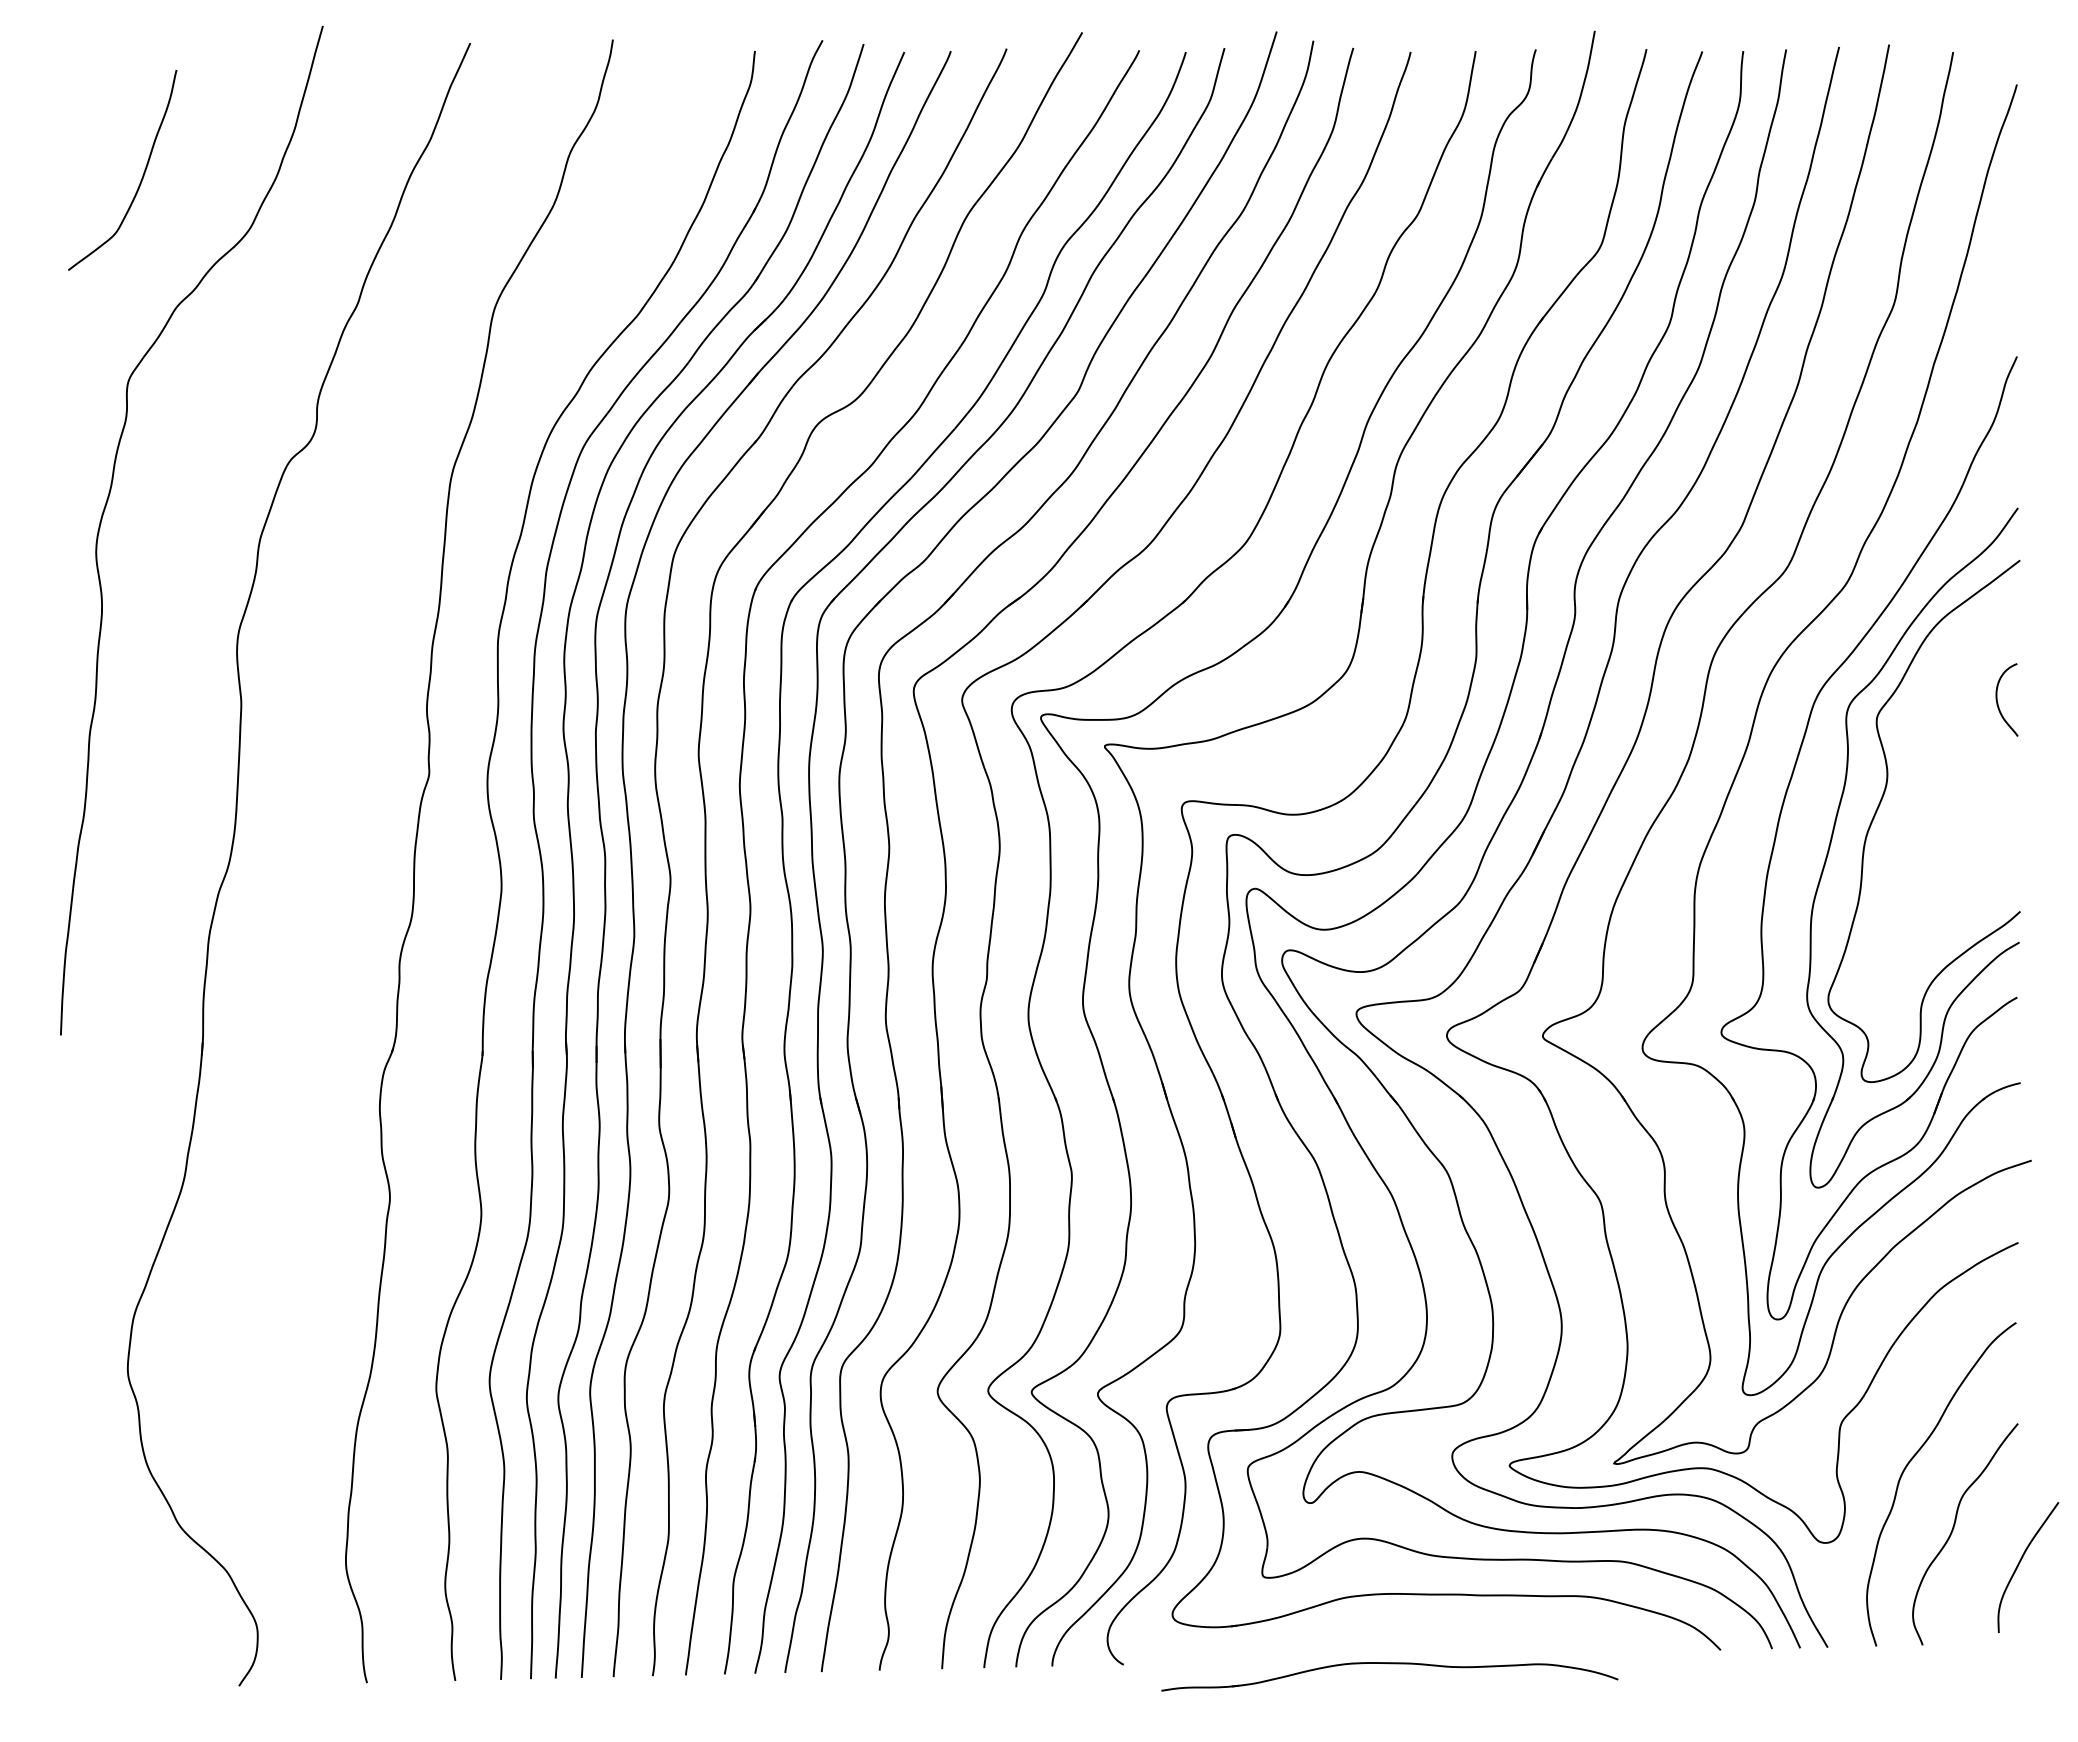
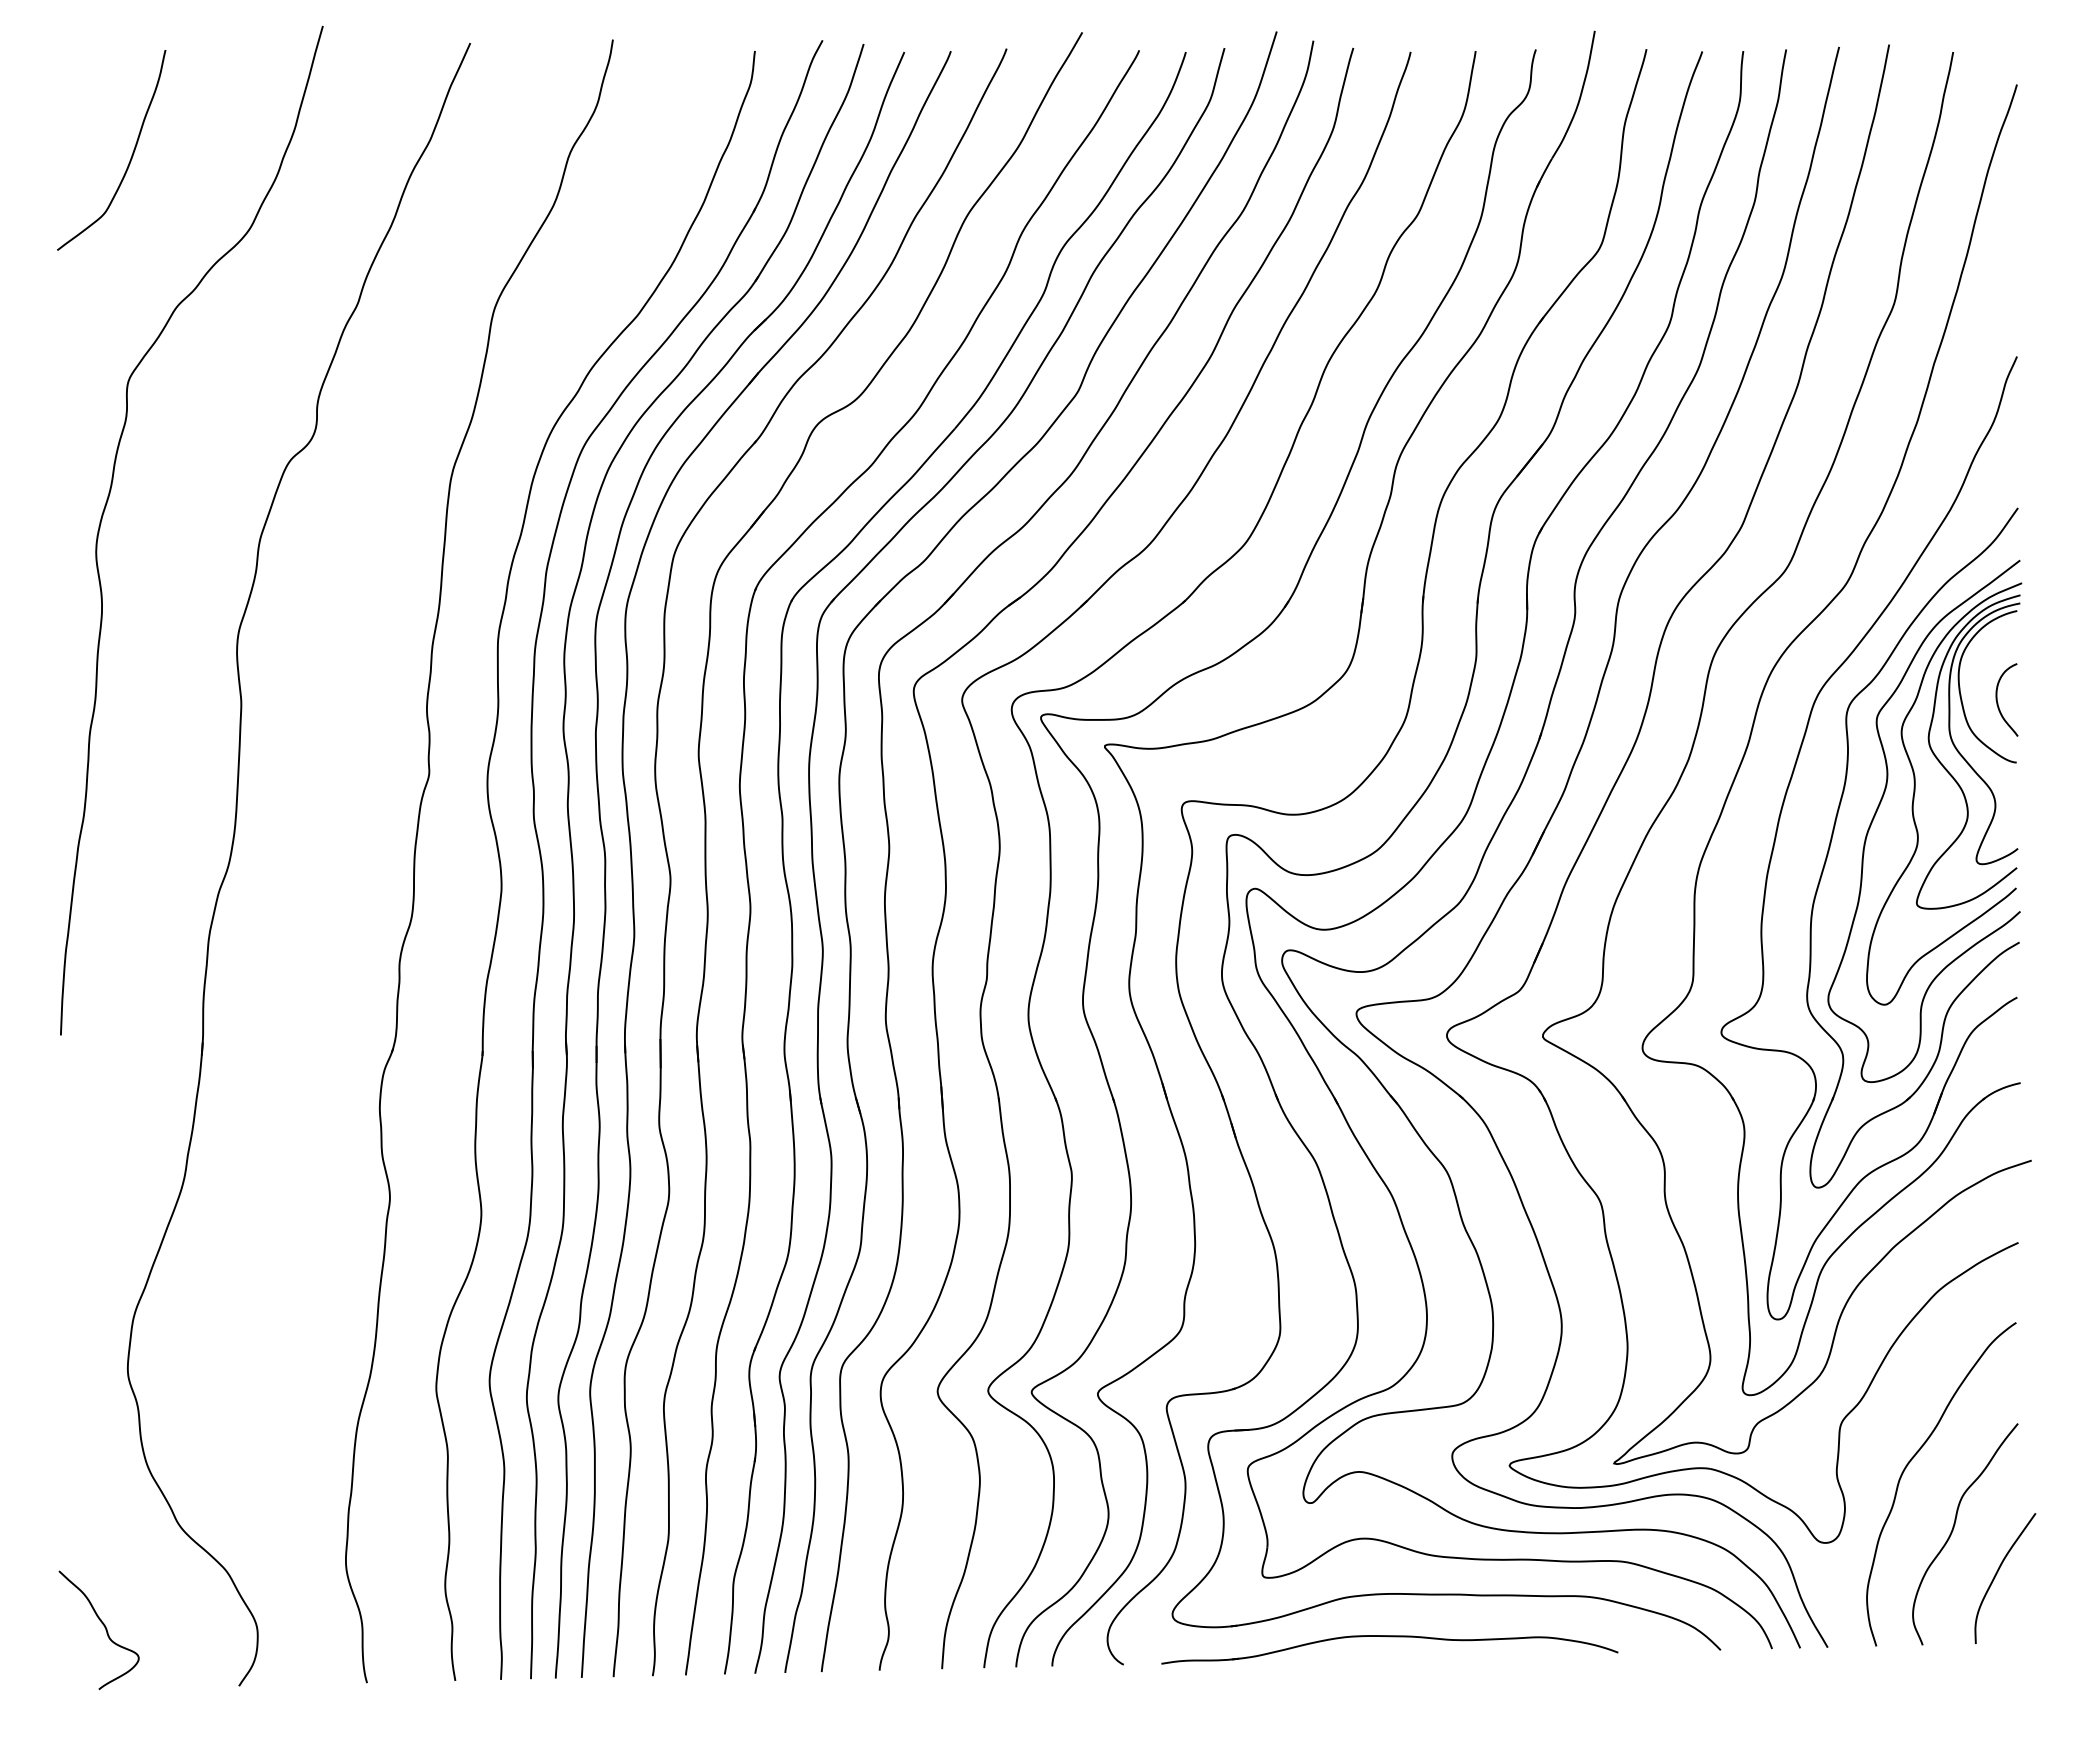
curve at (141, 177) position: (141, 177) -> (130, 157)
part at (1957, 785): none -> present
curve at (2020, 1562) position: (2020, 1562) -> (1997, 1573)
curve at (104, 1627): none -> present
part at (1389, 1664) position: (1389, 1664) -> (1389, 1637)
